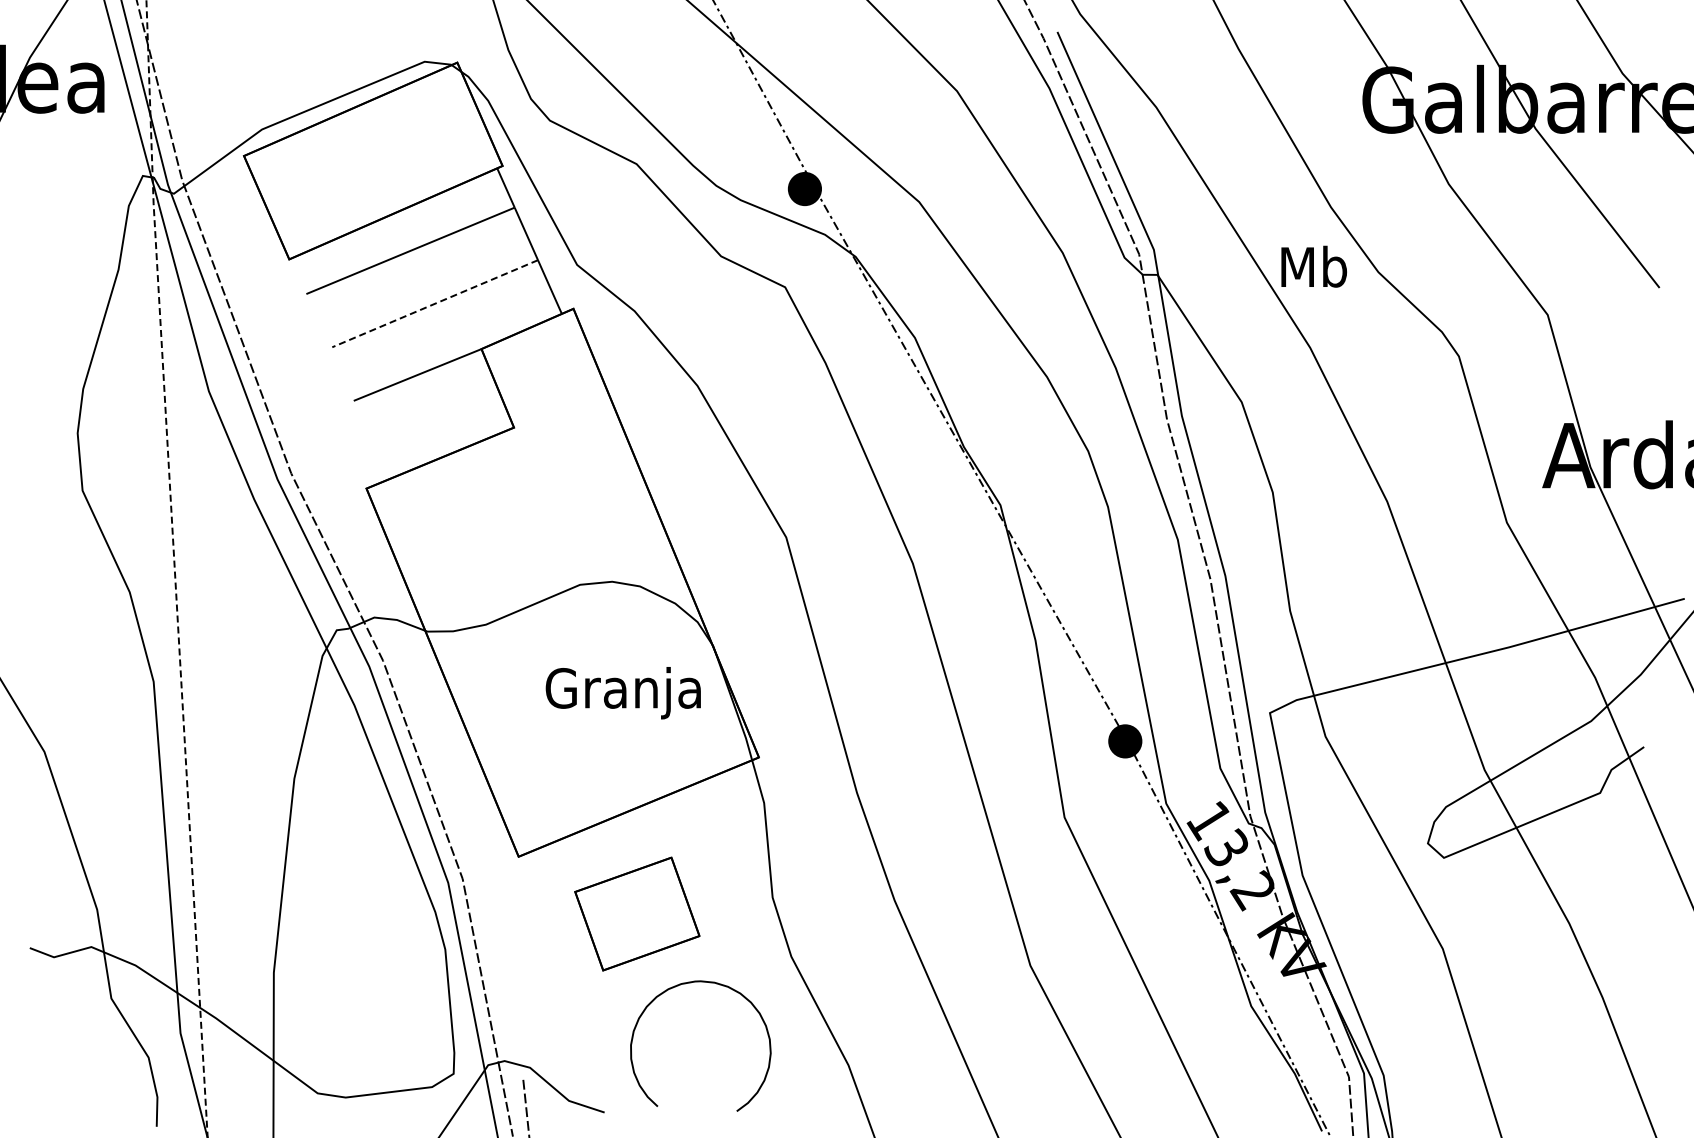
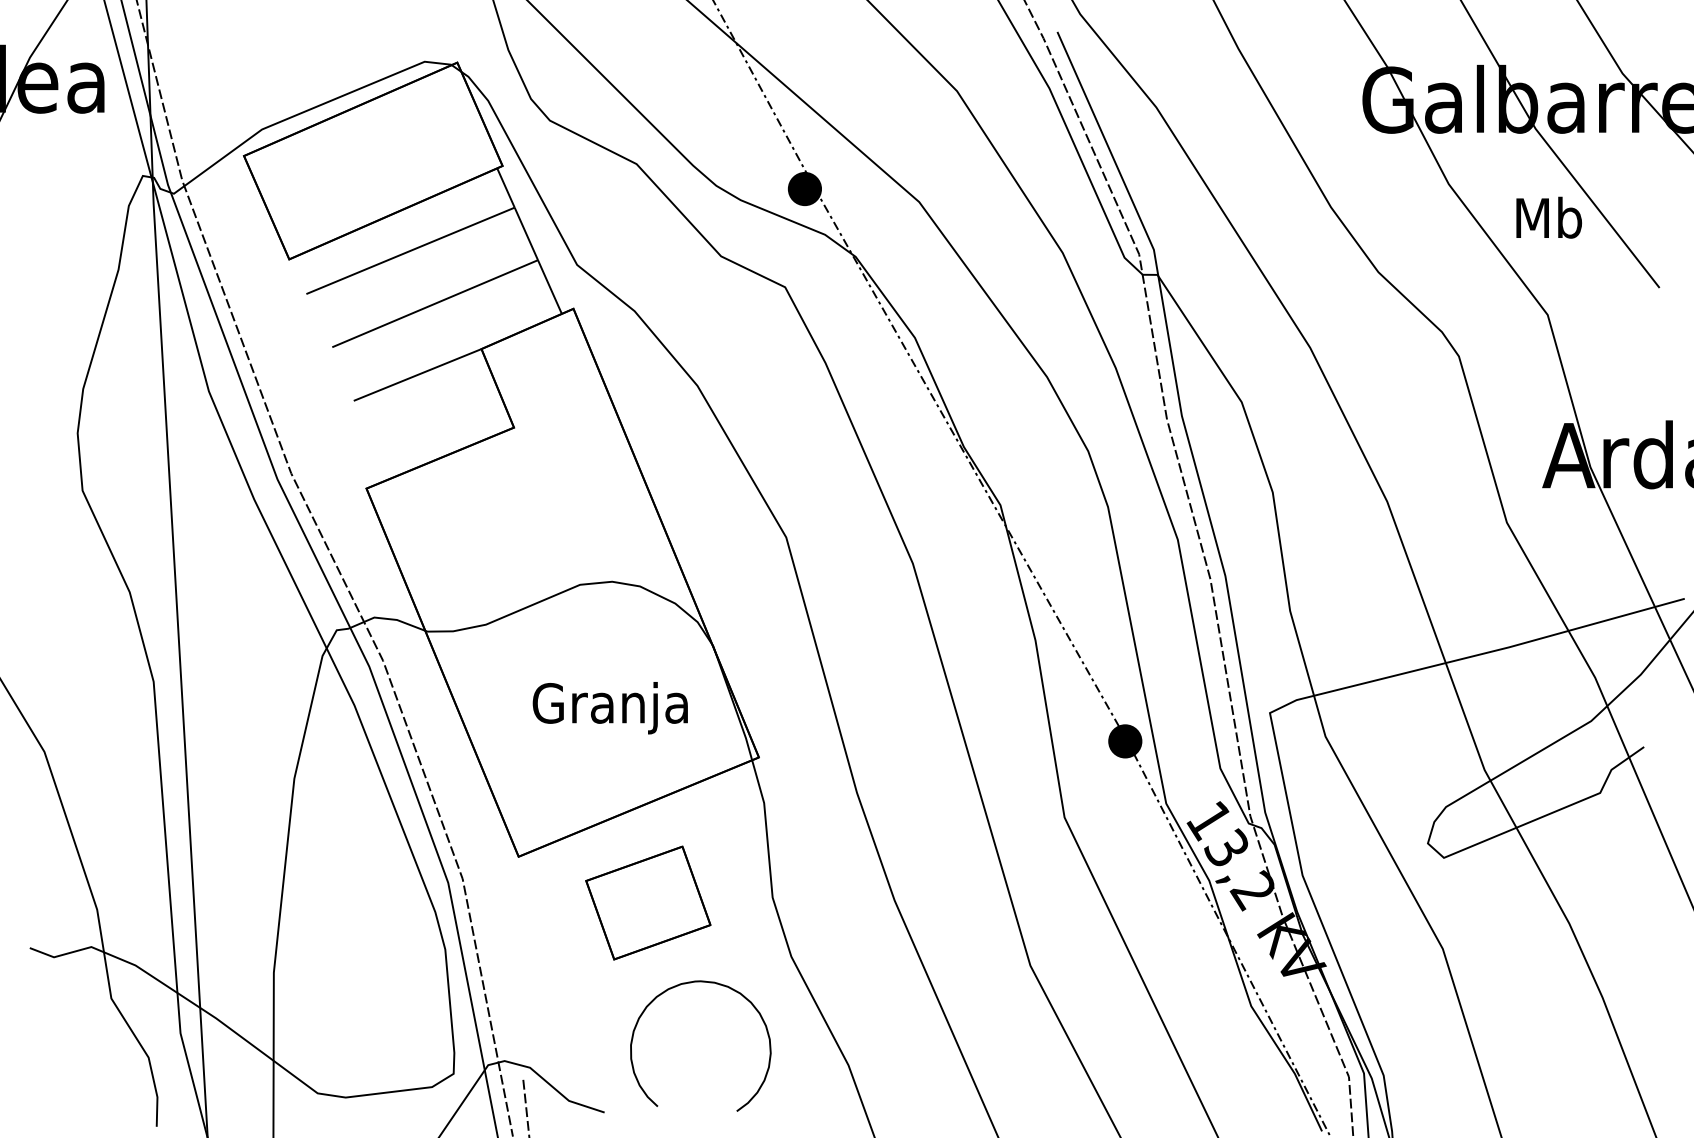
text at (1313, 266) position: (1313, 266) -> (1548, 217)
line at (435, 303): dashed -> solid
line at (174, 568): dashed -> solid
text at (622, 693) position: (622, 693) -> (609, 708)
part at (637, 913) position: (637, 913) -> (648, 902)
